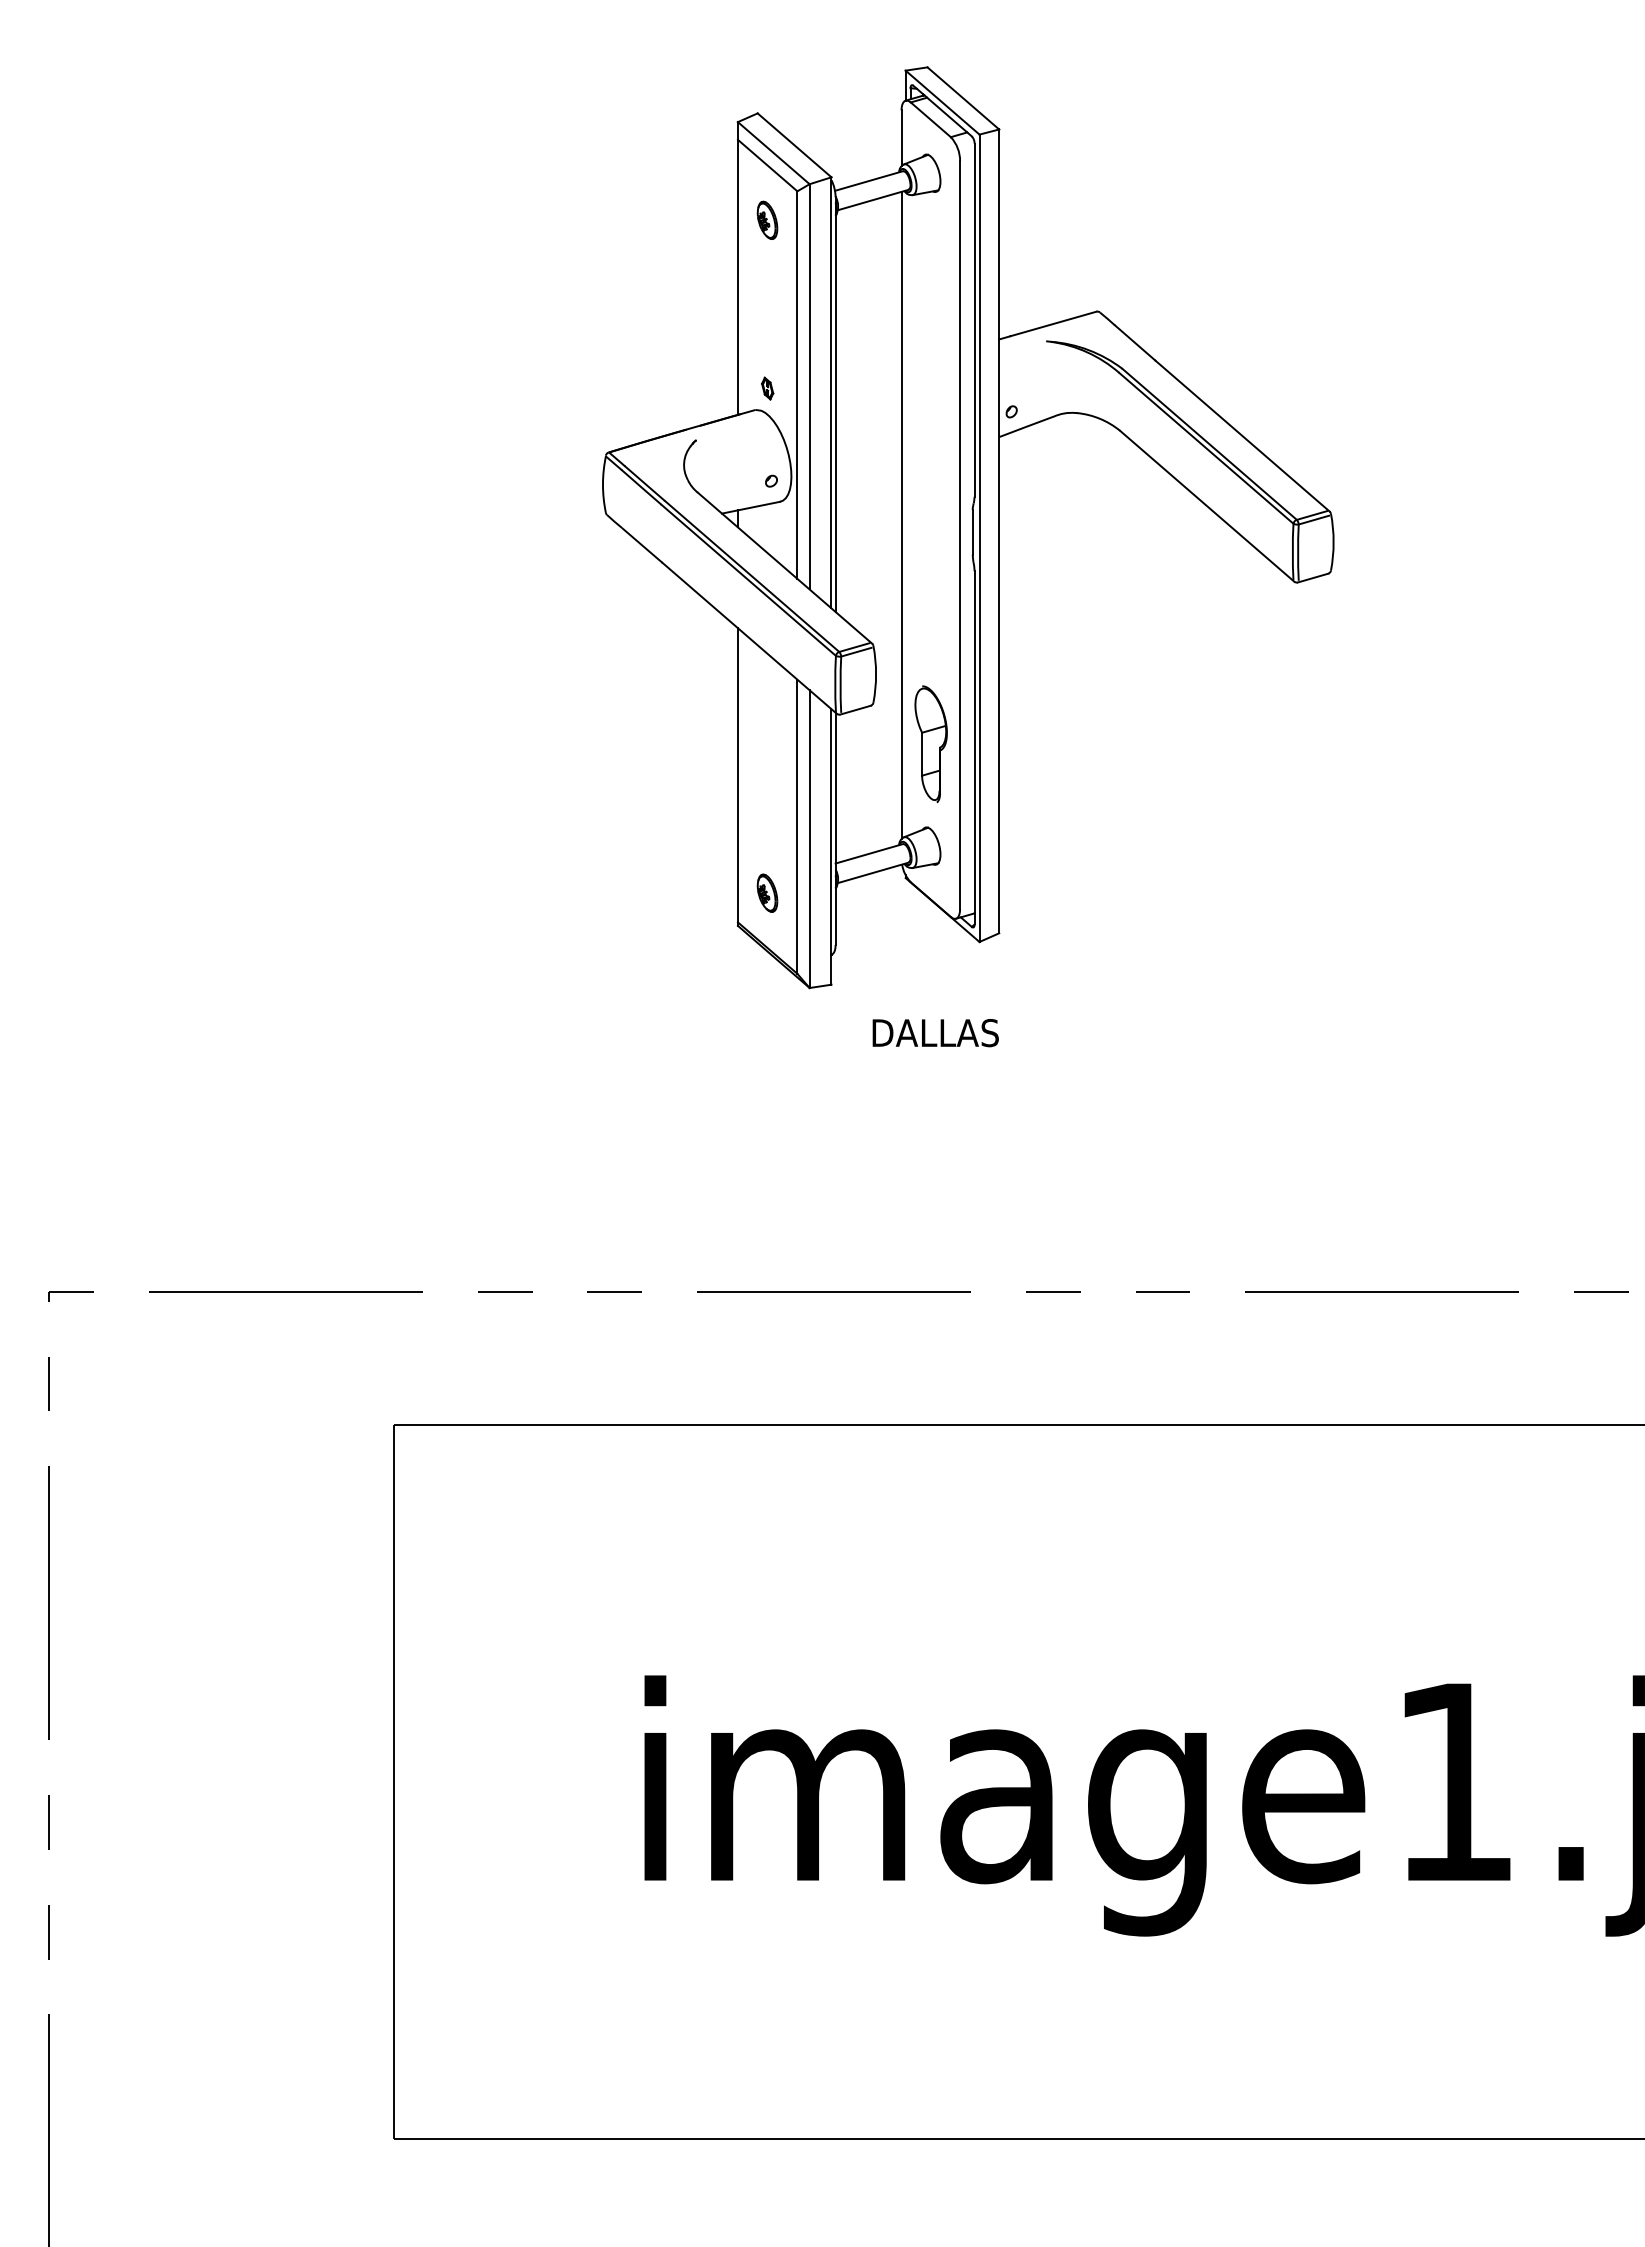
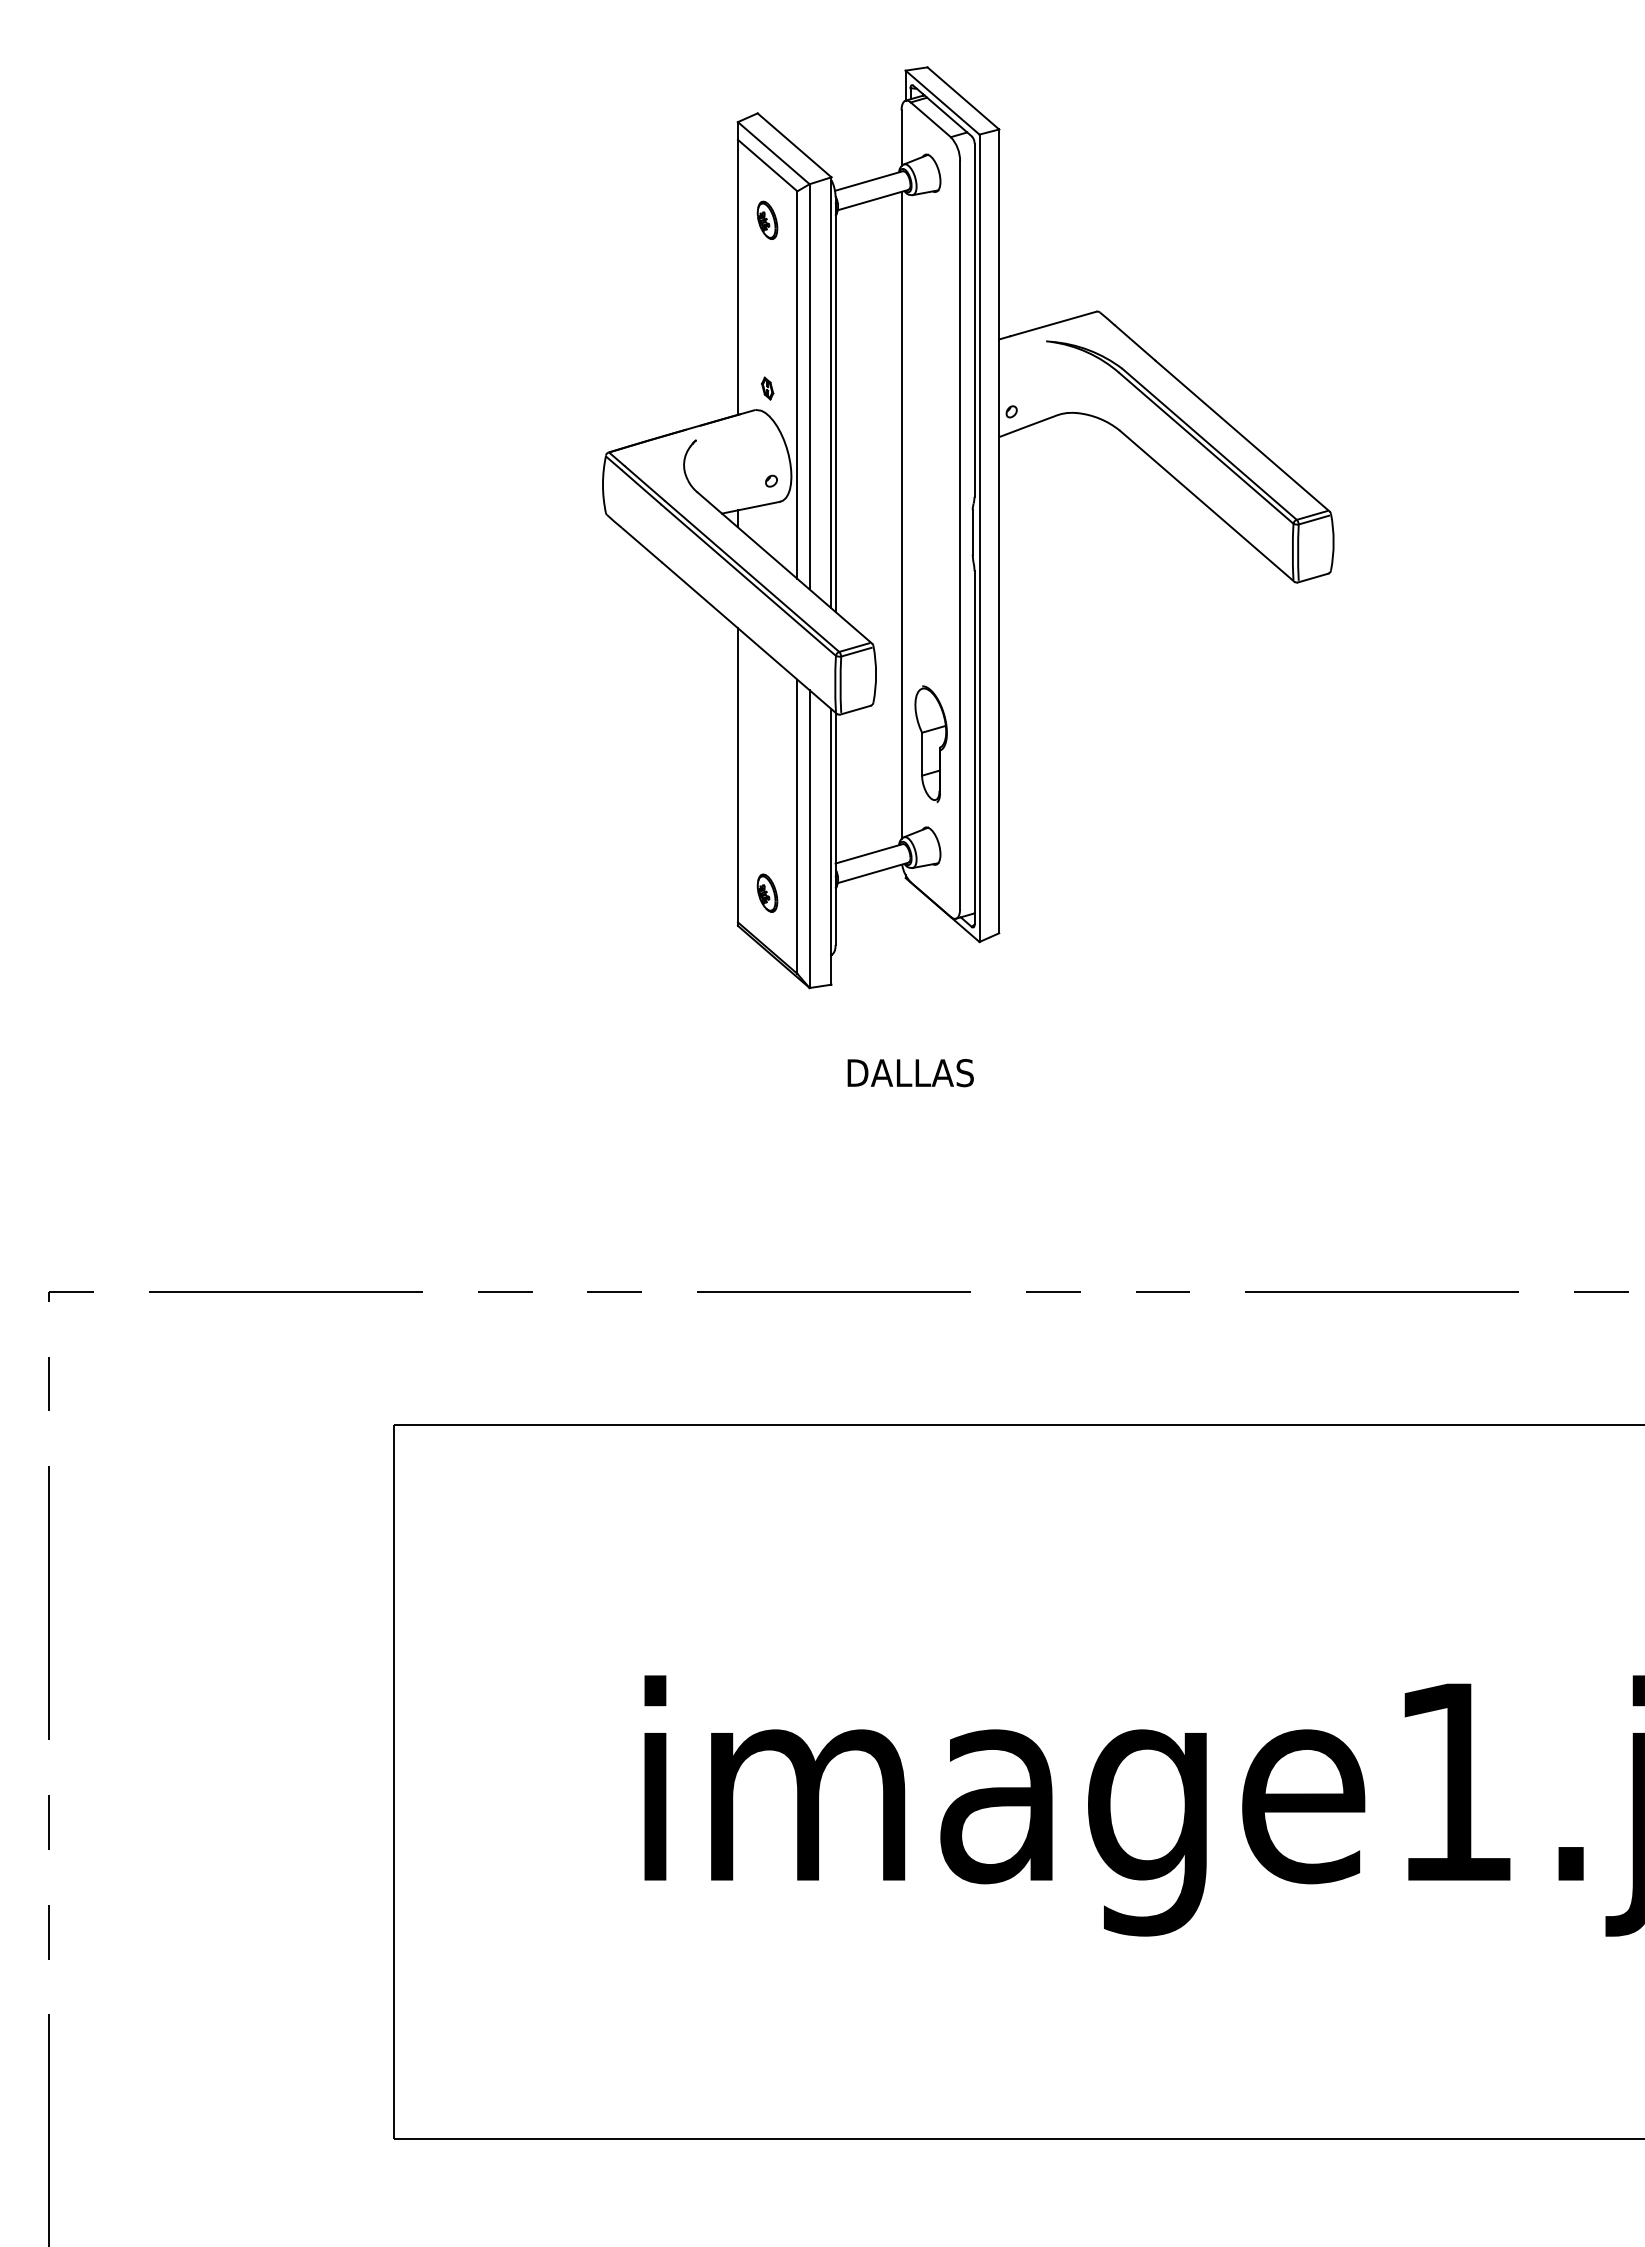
text at (935, 1033) position: (935, 1033) -> (910, 1073)
